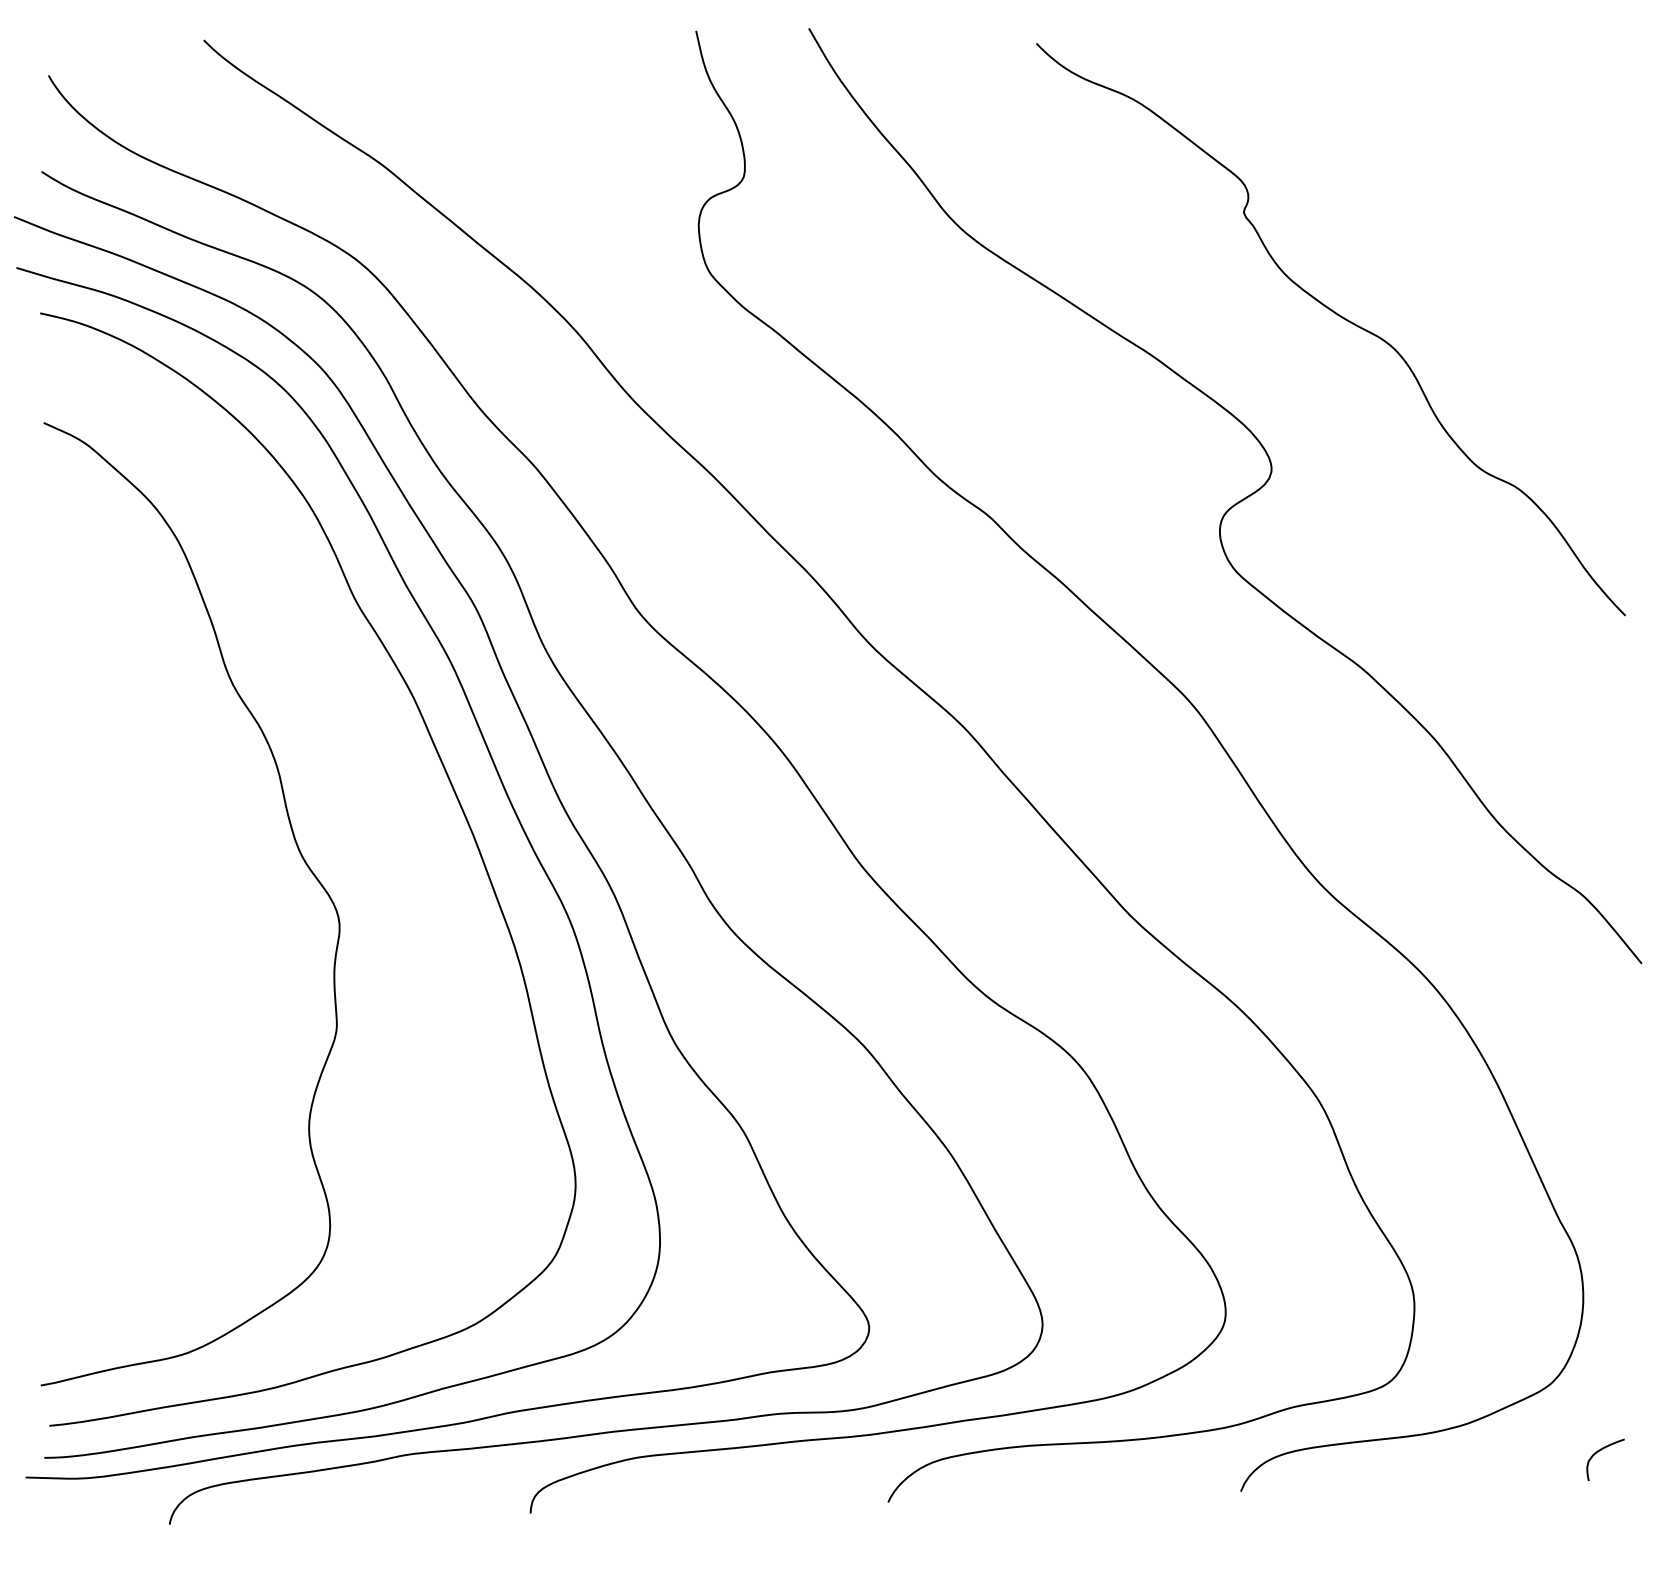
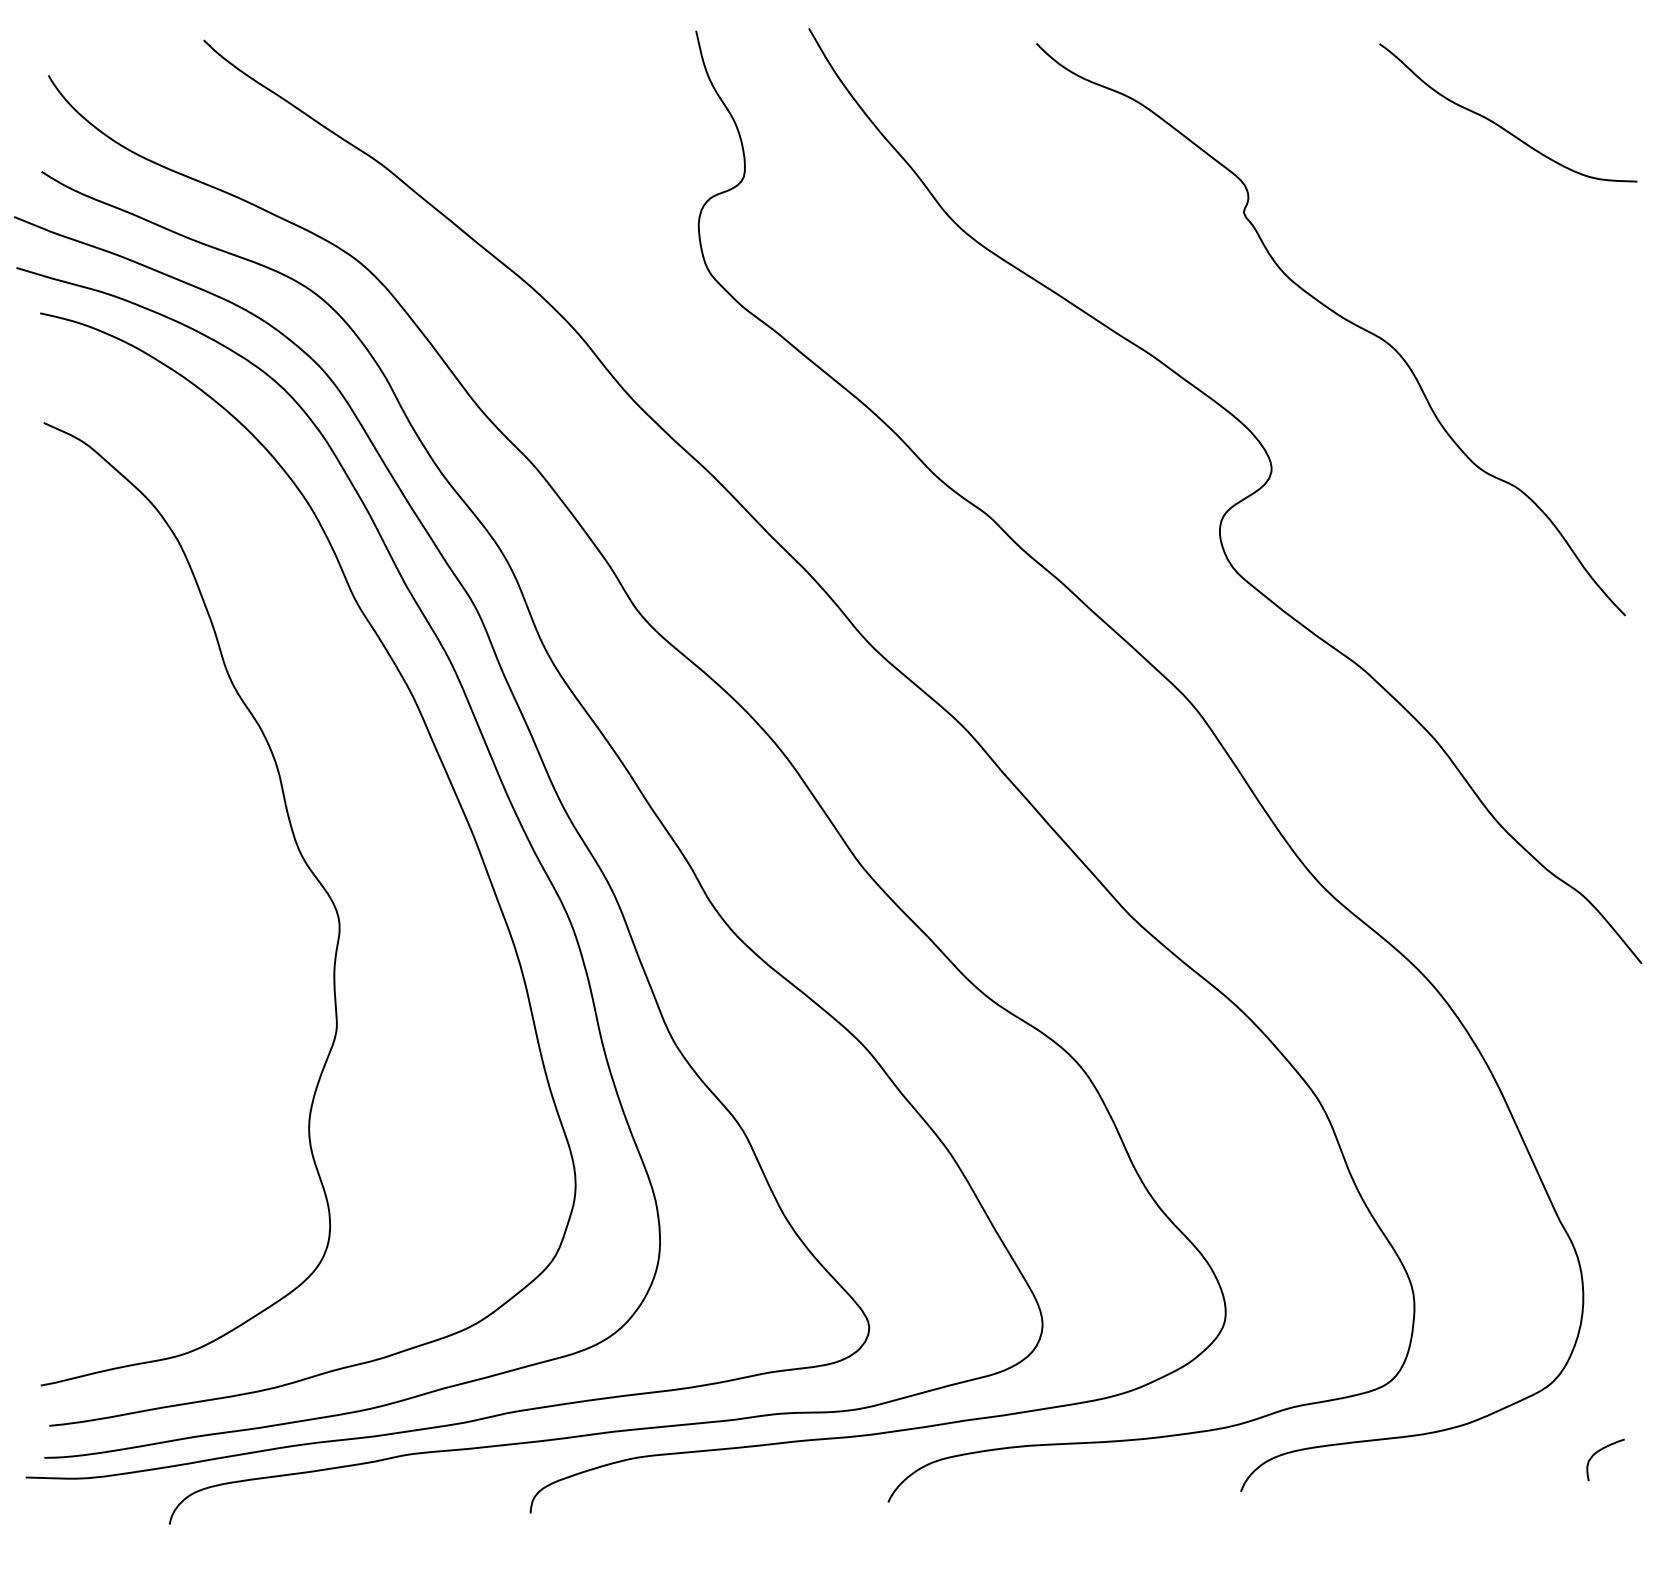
curve at (1500, 125): none -> present
